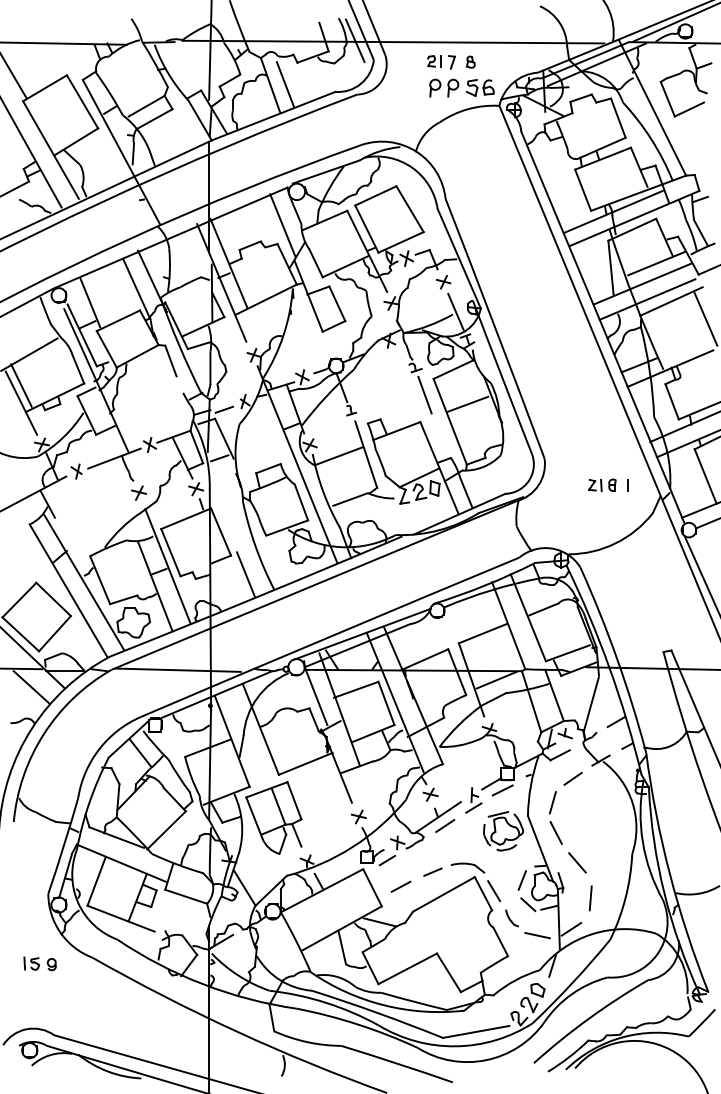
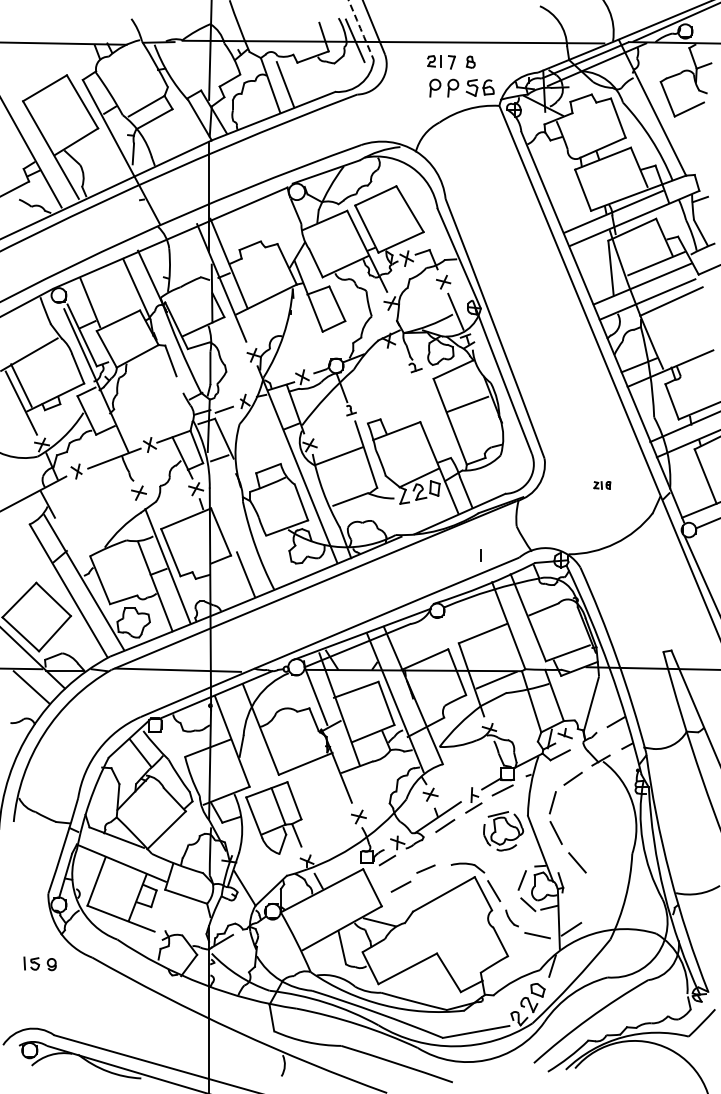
arc at (361, 30): solid -> dashed
line at (14, 76): present -> none
line at (282, 225): present -> none
line at (705, 319): present -> none
line at (424, 394): present -> none
part at (602, 485) size: 29x15 px -> 19x9 px
line at (627, 485) position: (627, 485) -> (480, 555)
line at (432, 871) position: (432, 871) -> (425, 868)
line at (590, 898): present -> none
